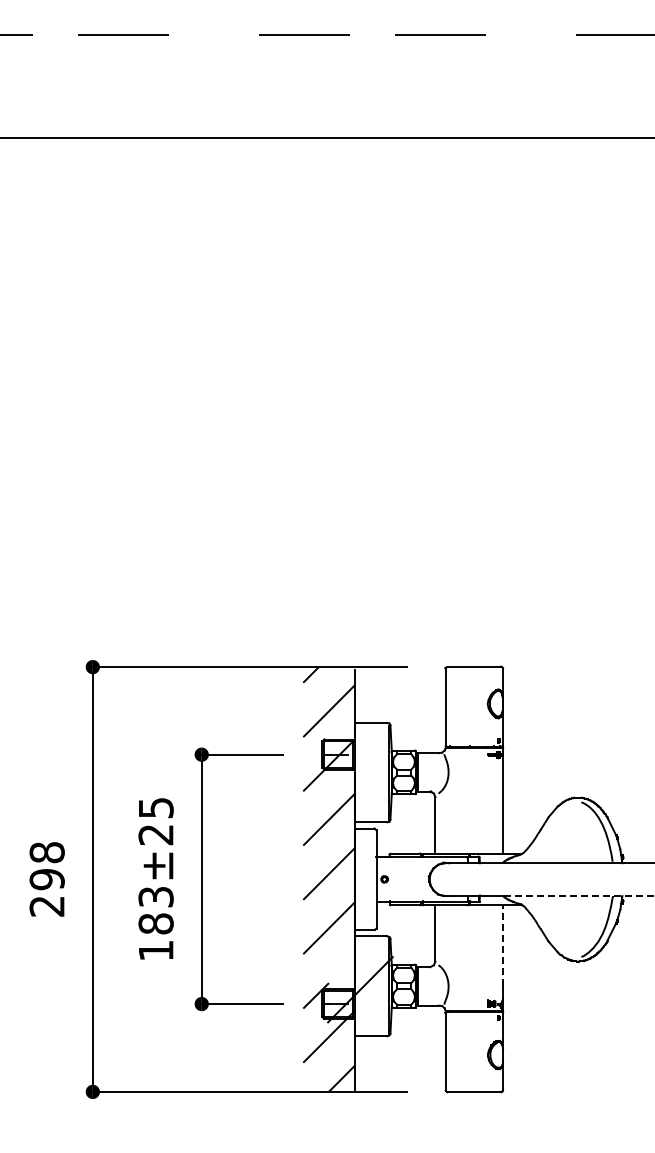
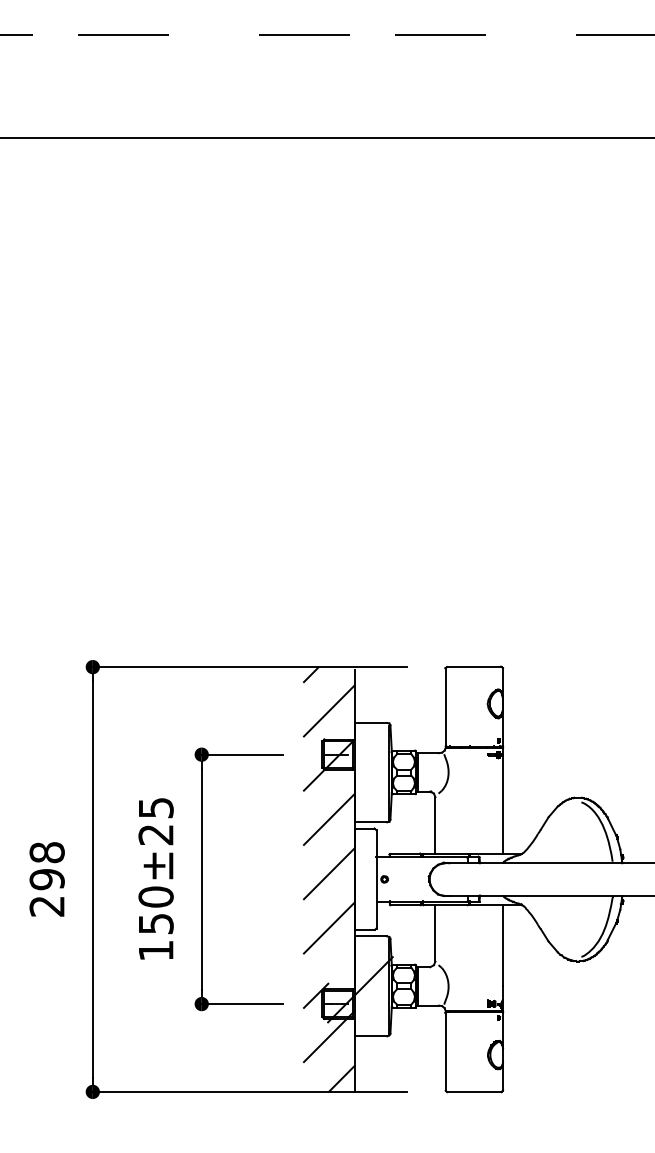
line at (579, 896): dashed -> solid
text at (155, 910): 183±25 -> 150±25
line at (503, 945): dashed -> solid
